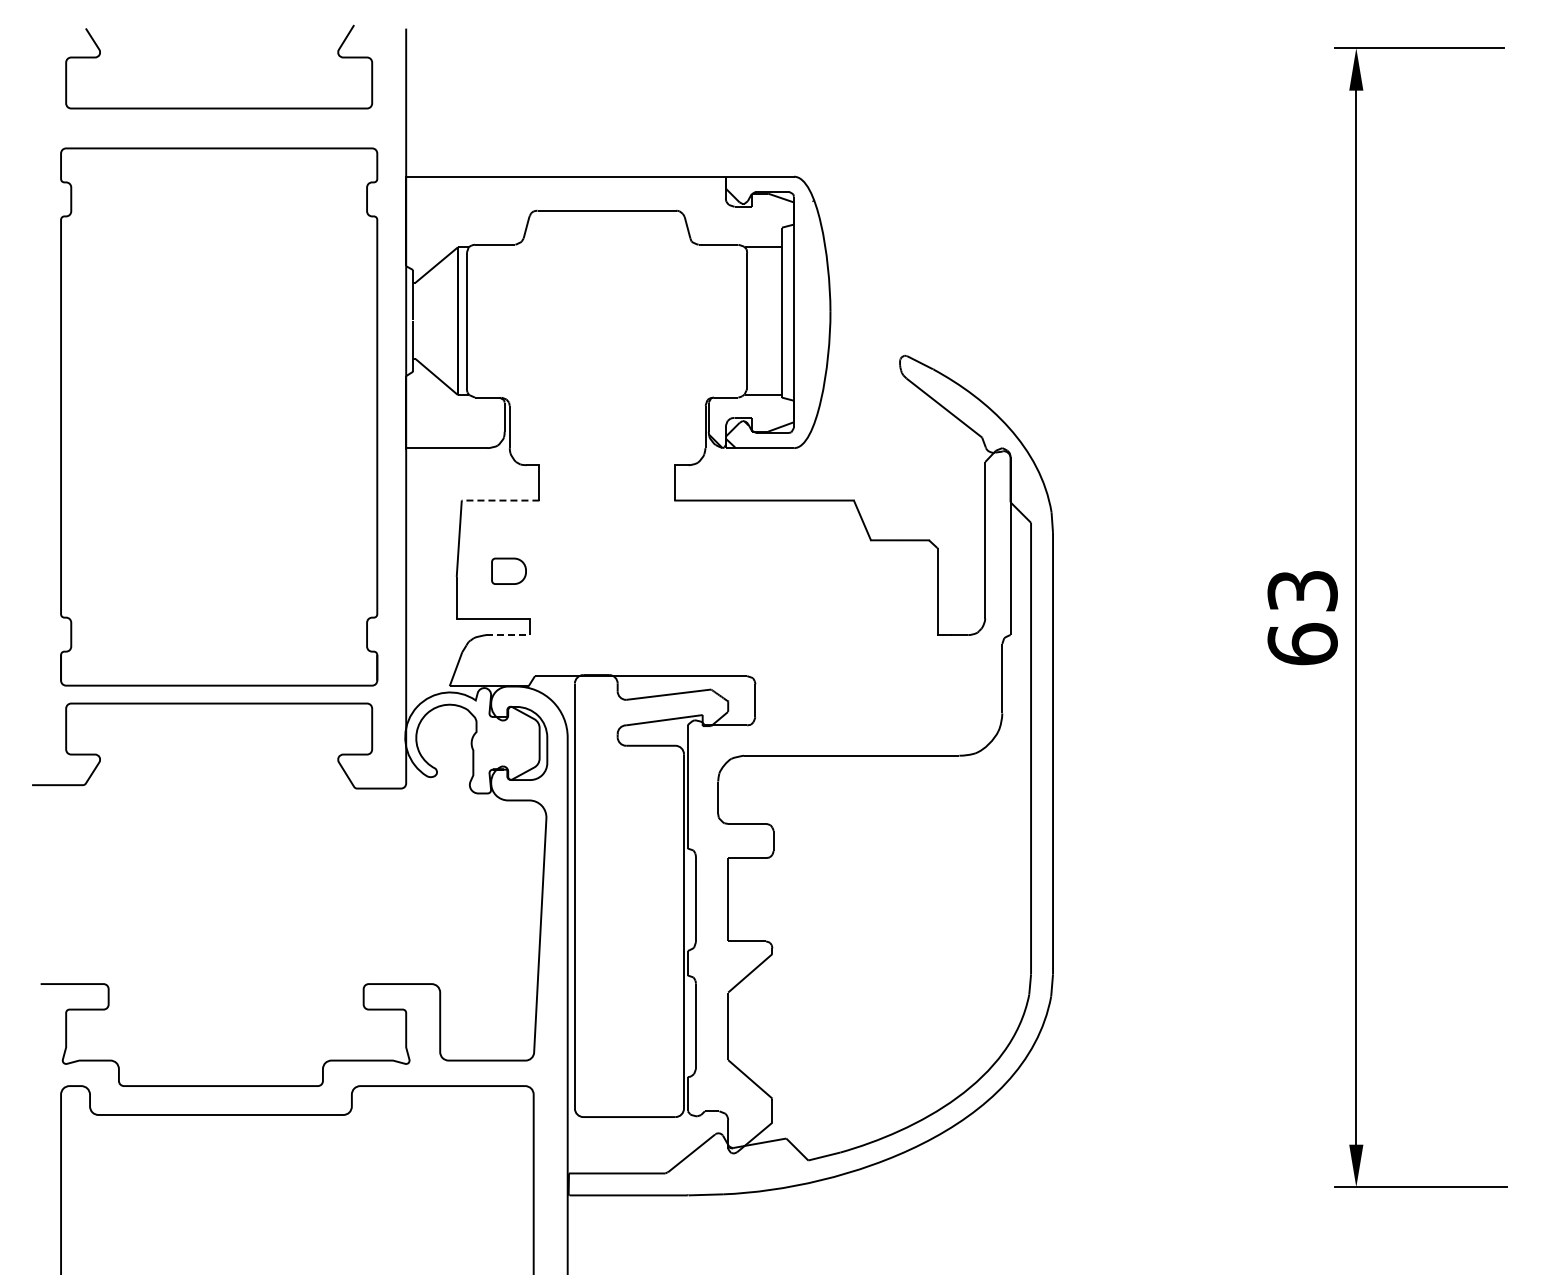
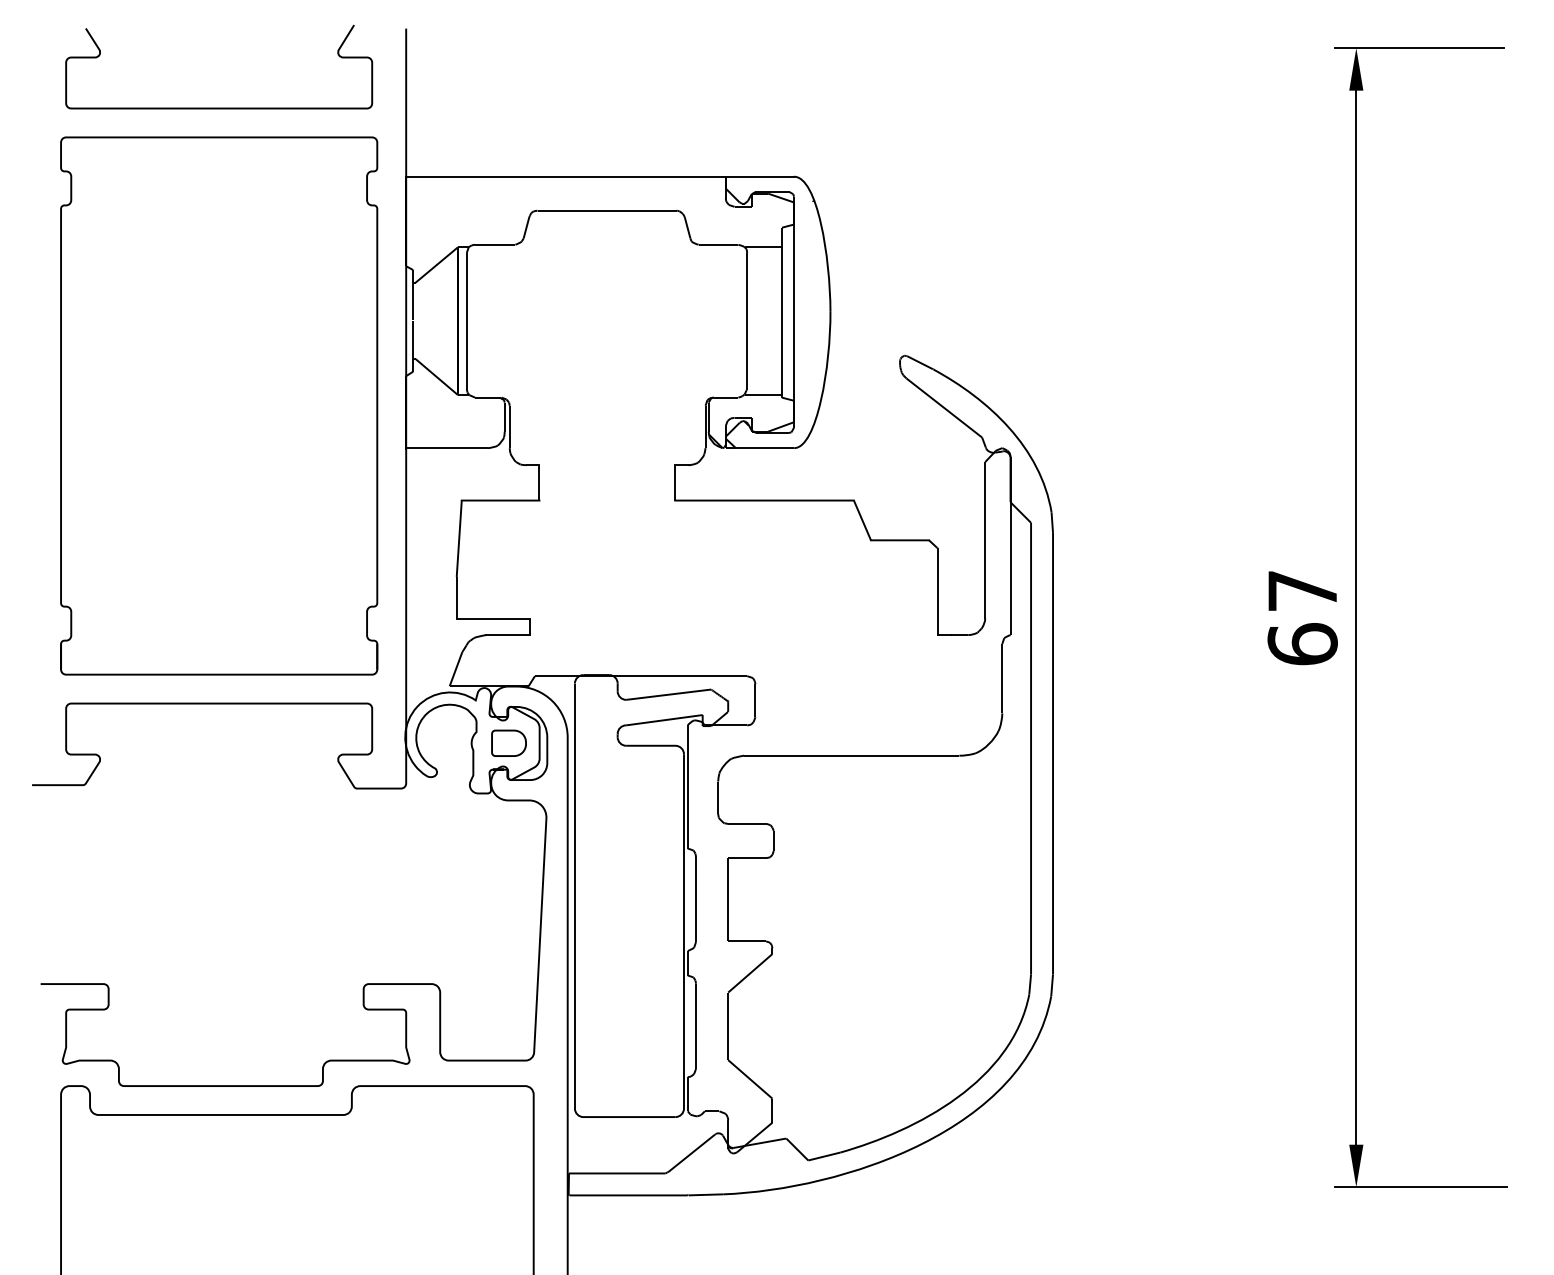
part at (219, 416) position: (219, 416) -> (219, 405)
line at (500, 500): dashed -> solid
part at (508, 570) position: (508, 570) -> (508, 742)
text at (1302, 591): 63 -> 67
line at (508, 635): dashed -> solid
